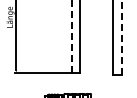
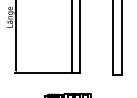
line at (71, 36): dashed -> solid
line at (122, 37): dashed -> solid
